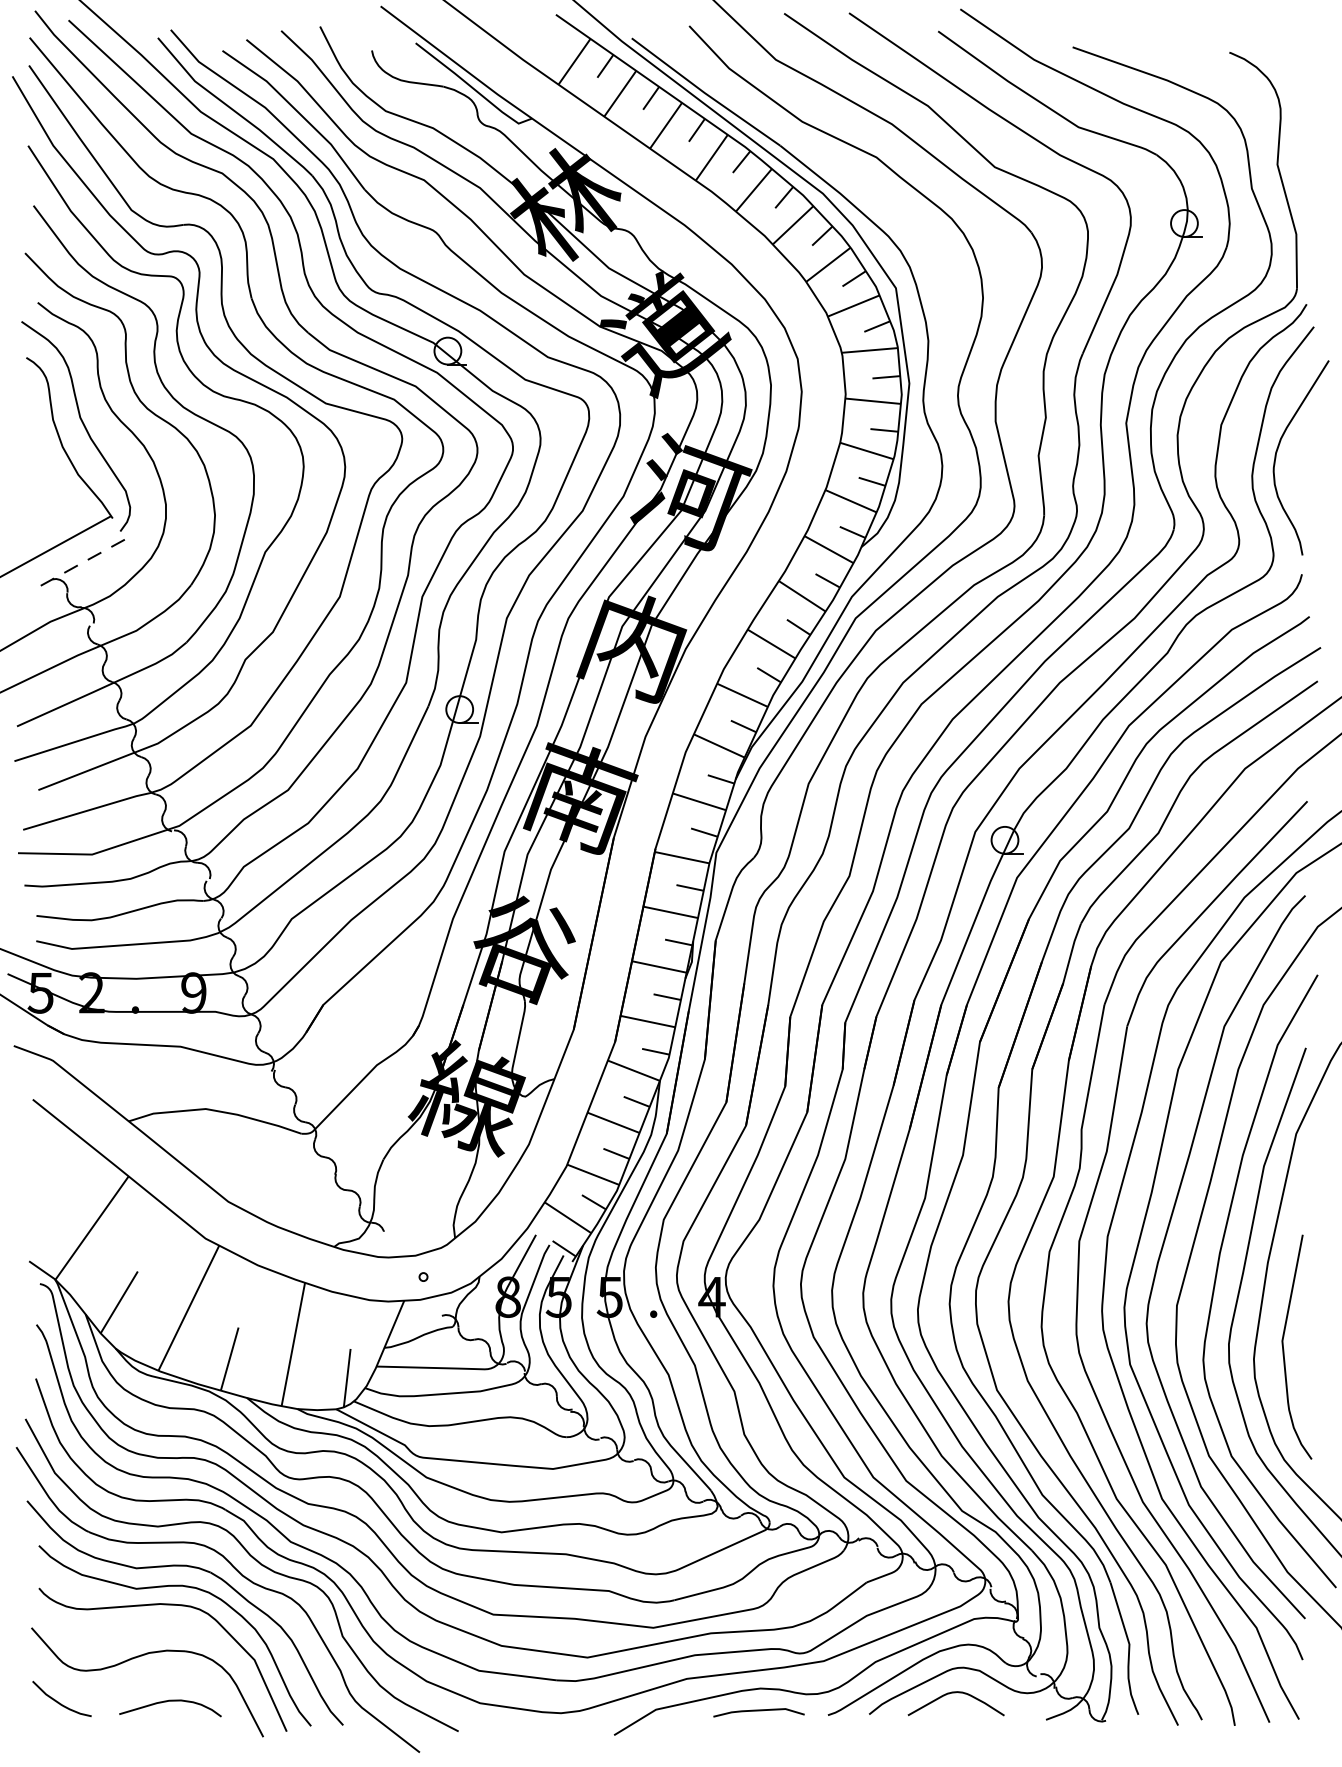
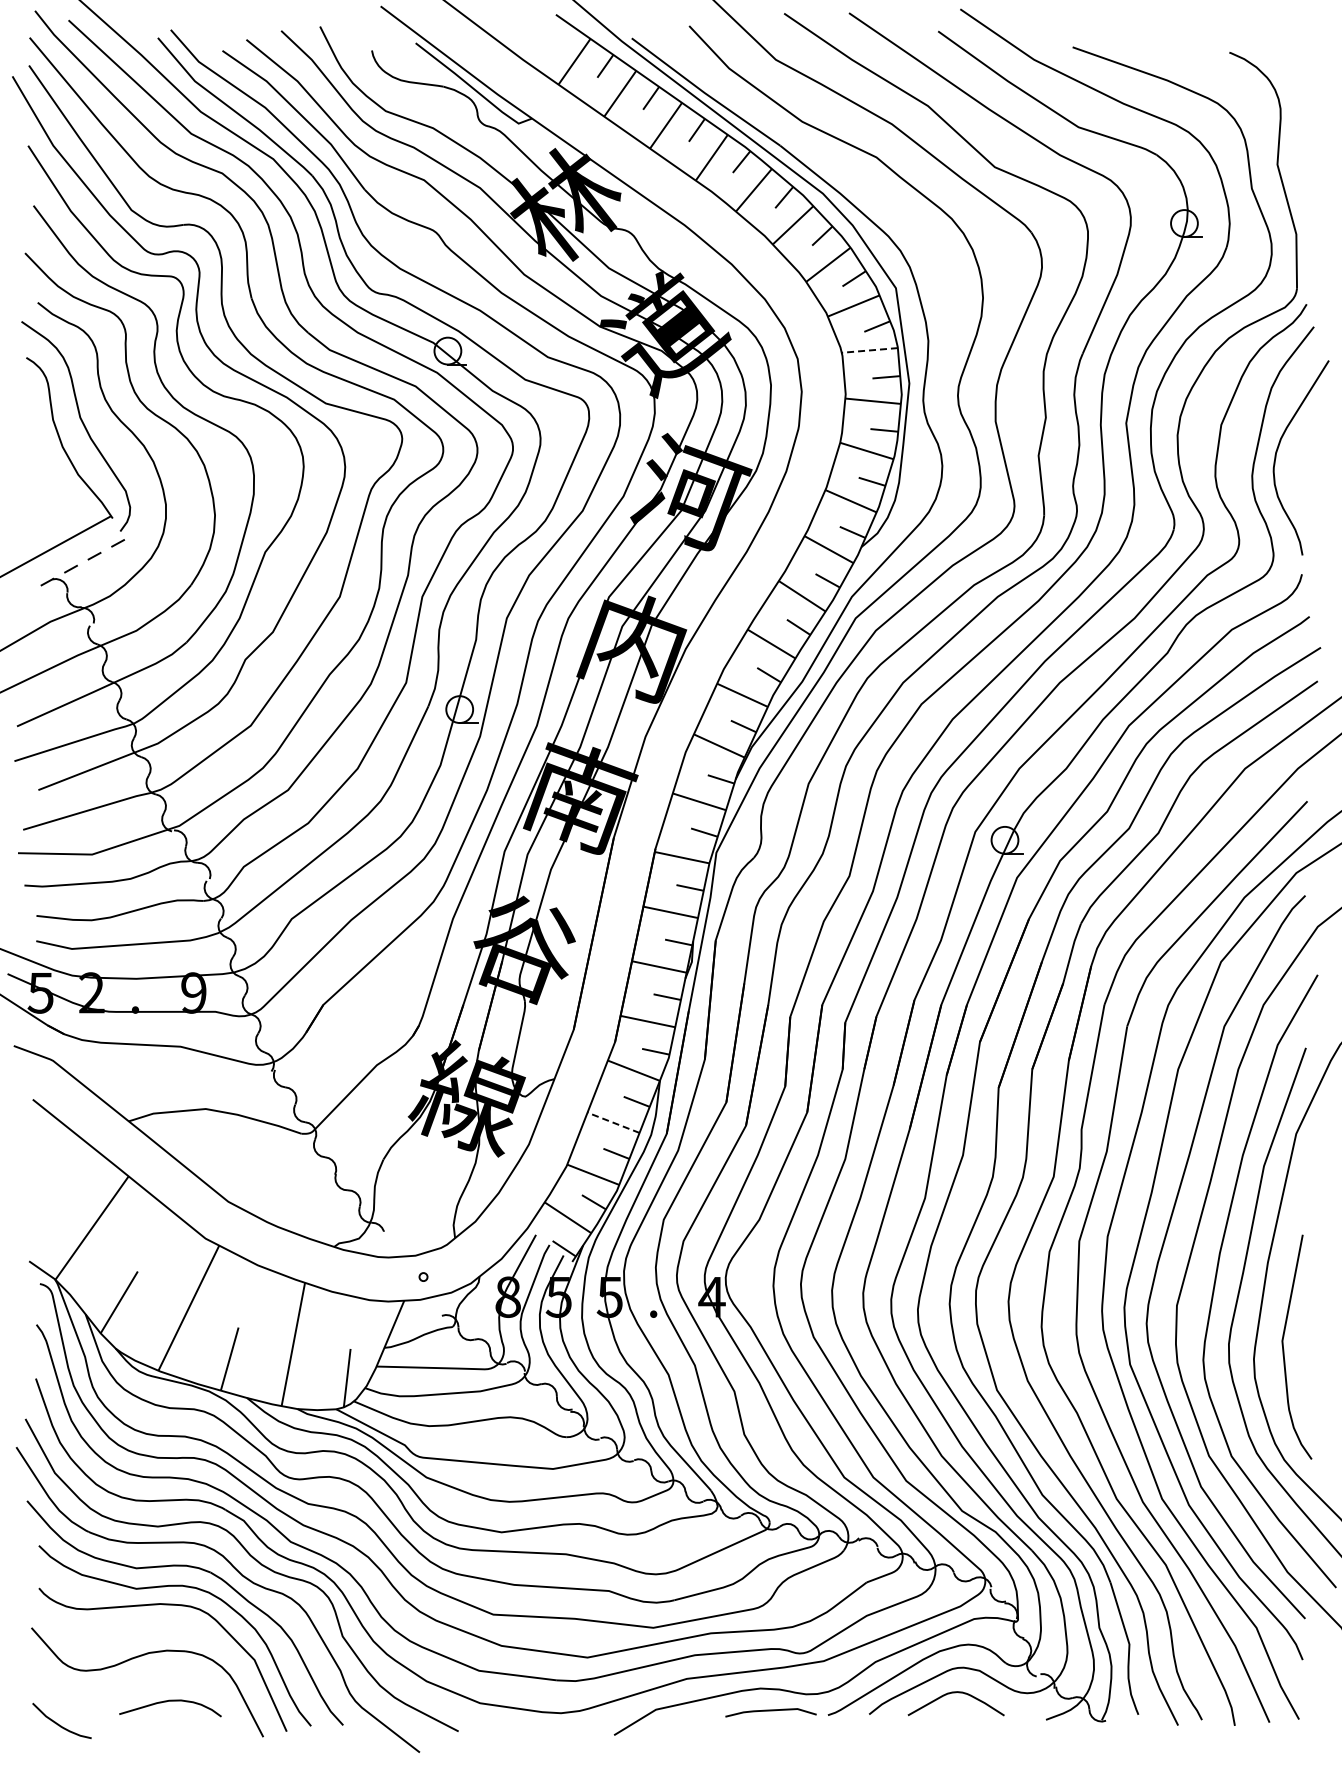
line at (869, 350): solid -> dashed
line at (613, 1122): solid -> dashed
curve at (58, 1701) position: (58, 1701) -> (58, 1723)
line at (758, 1711) position: (758, 1711) -> (770, 1711)
